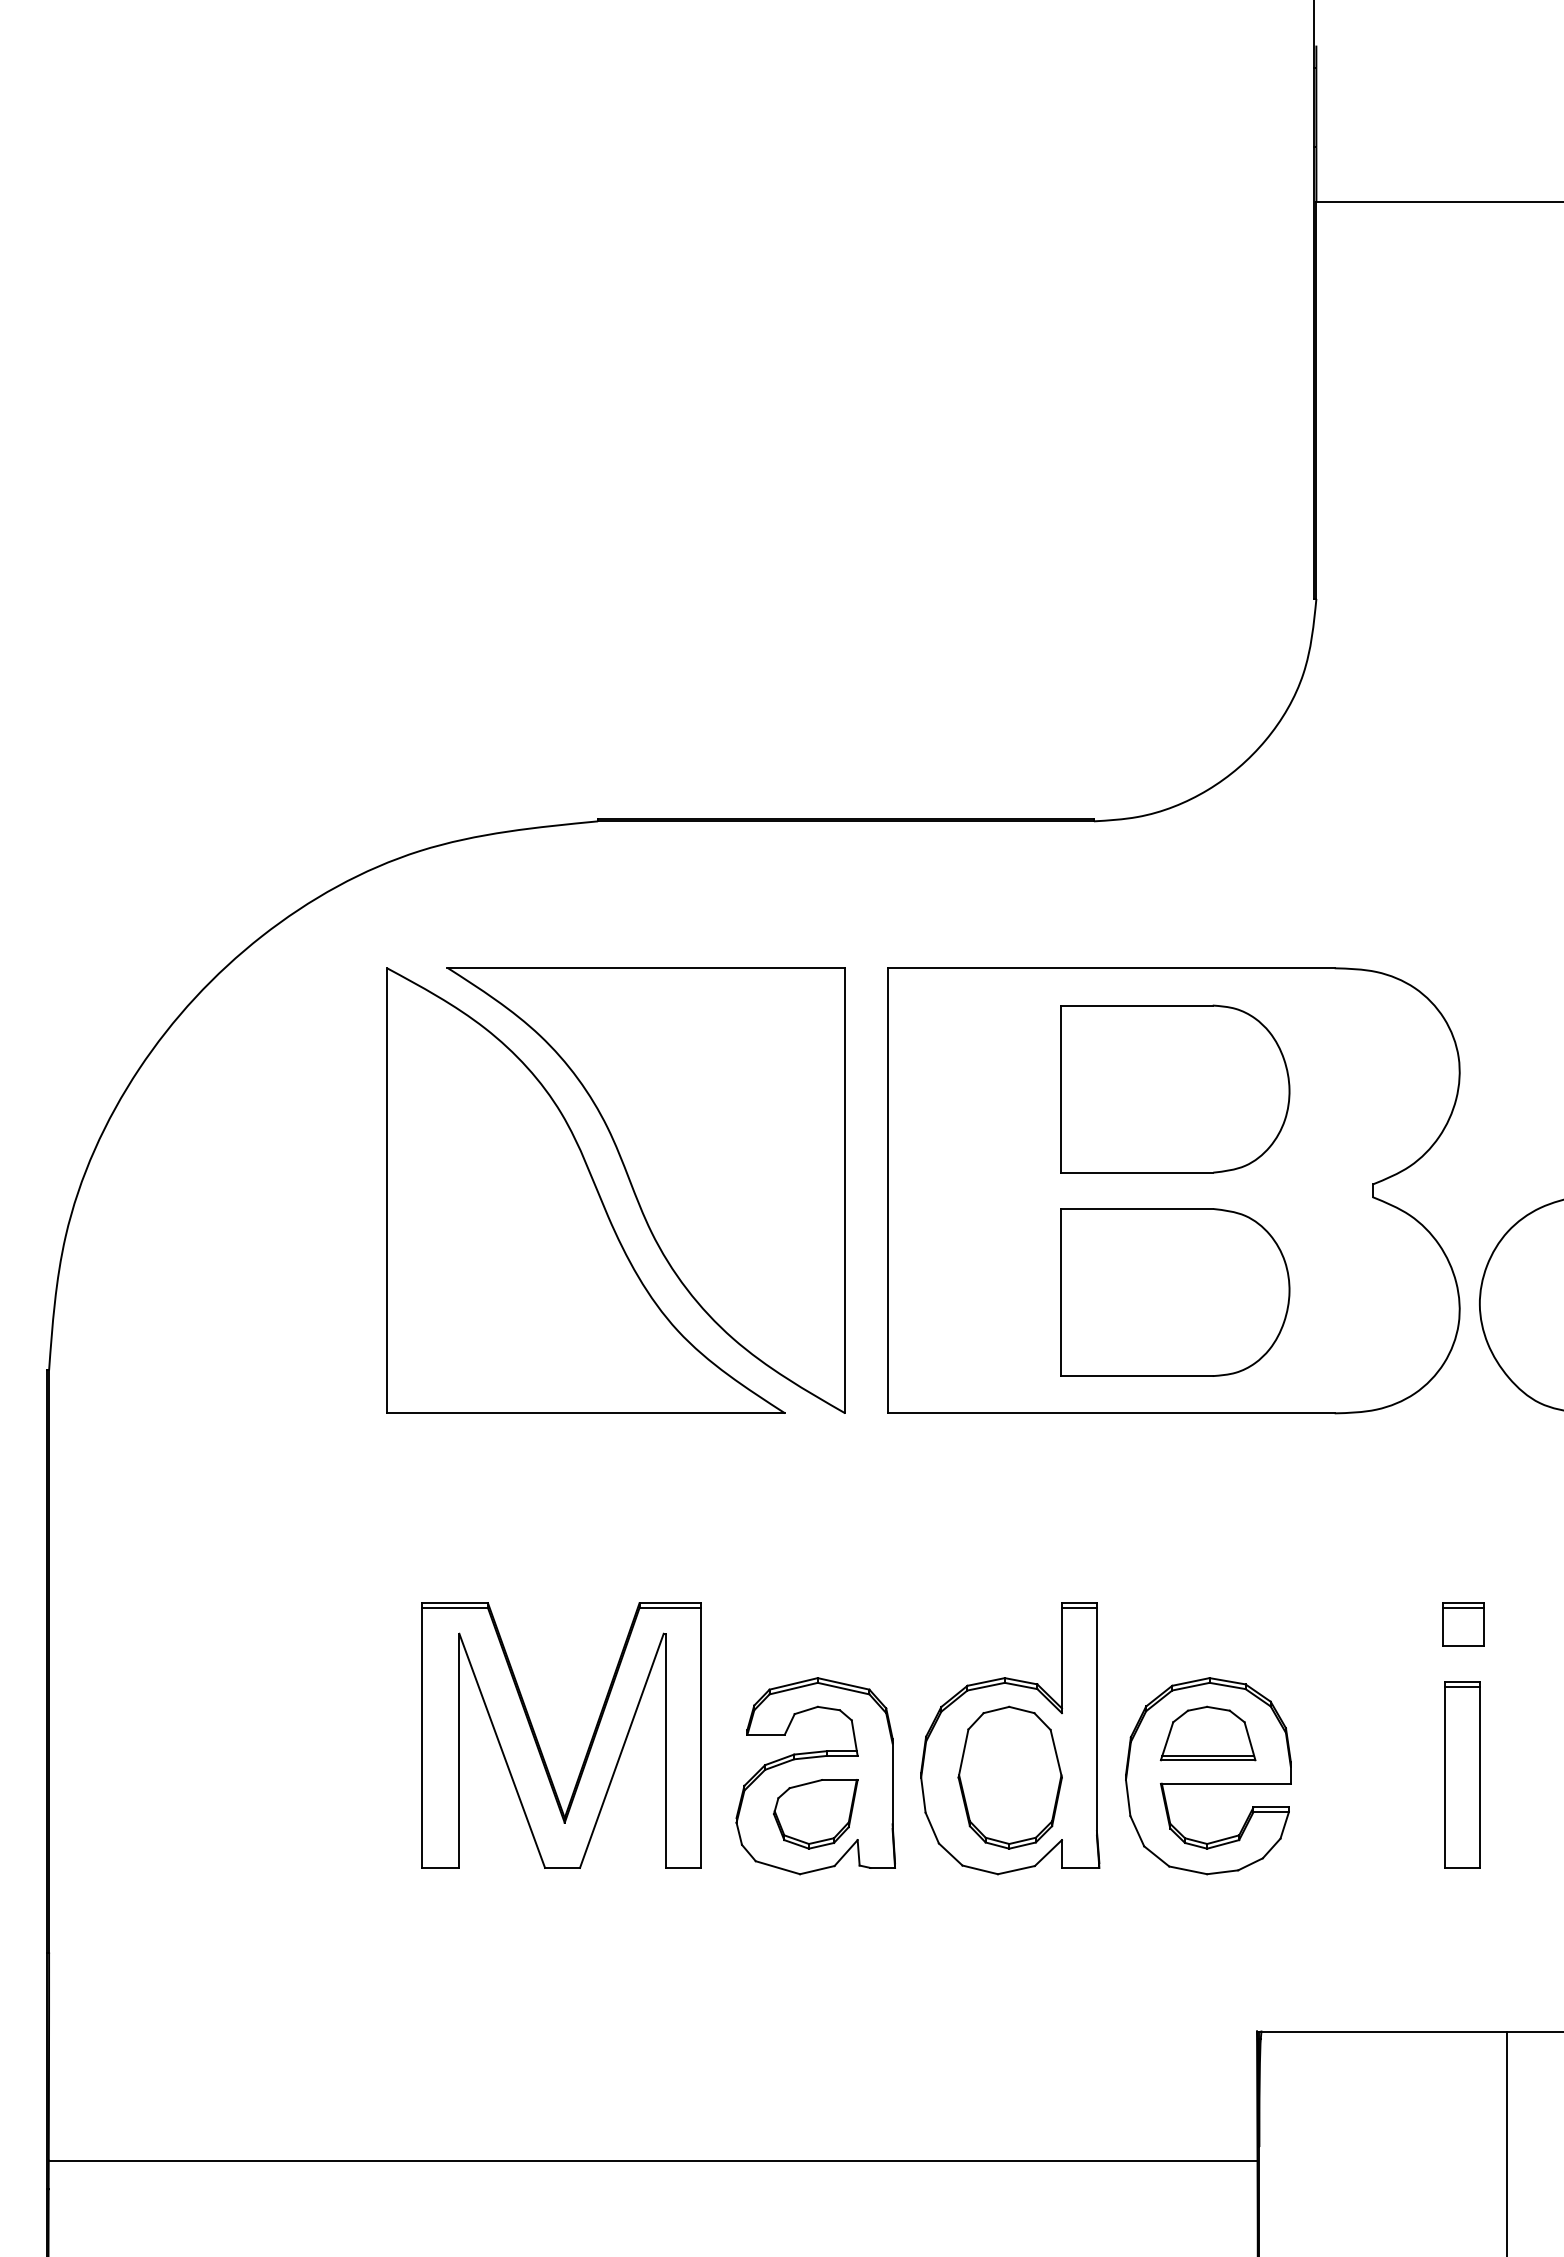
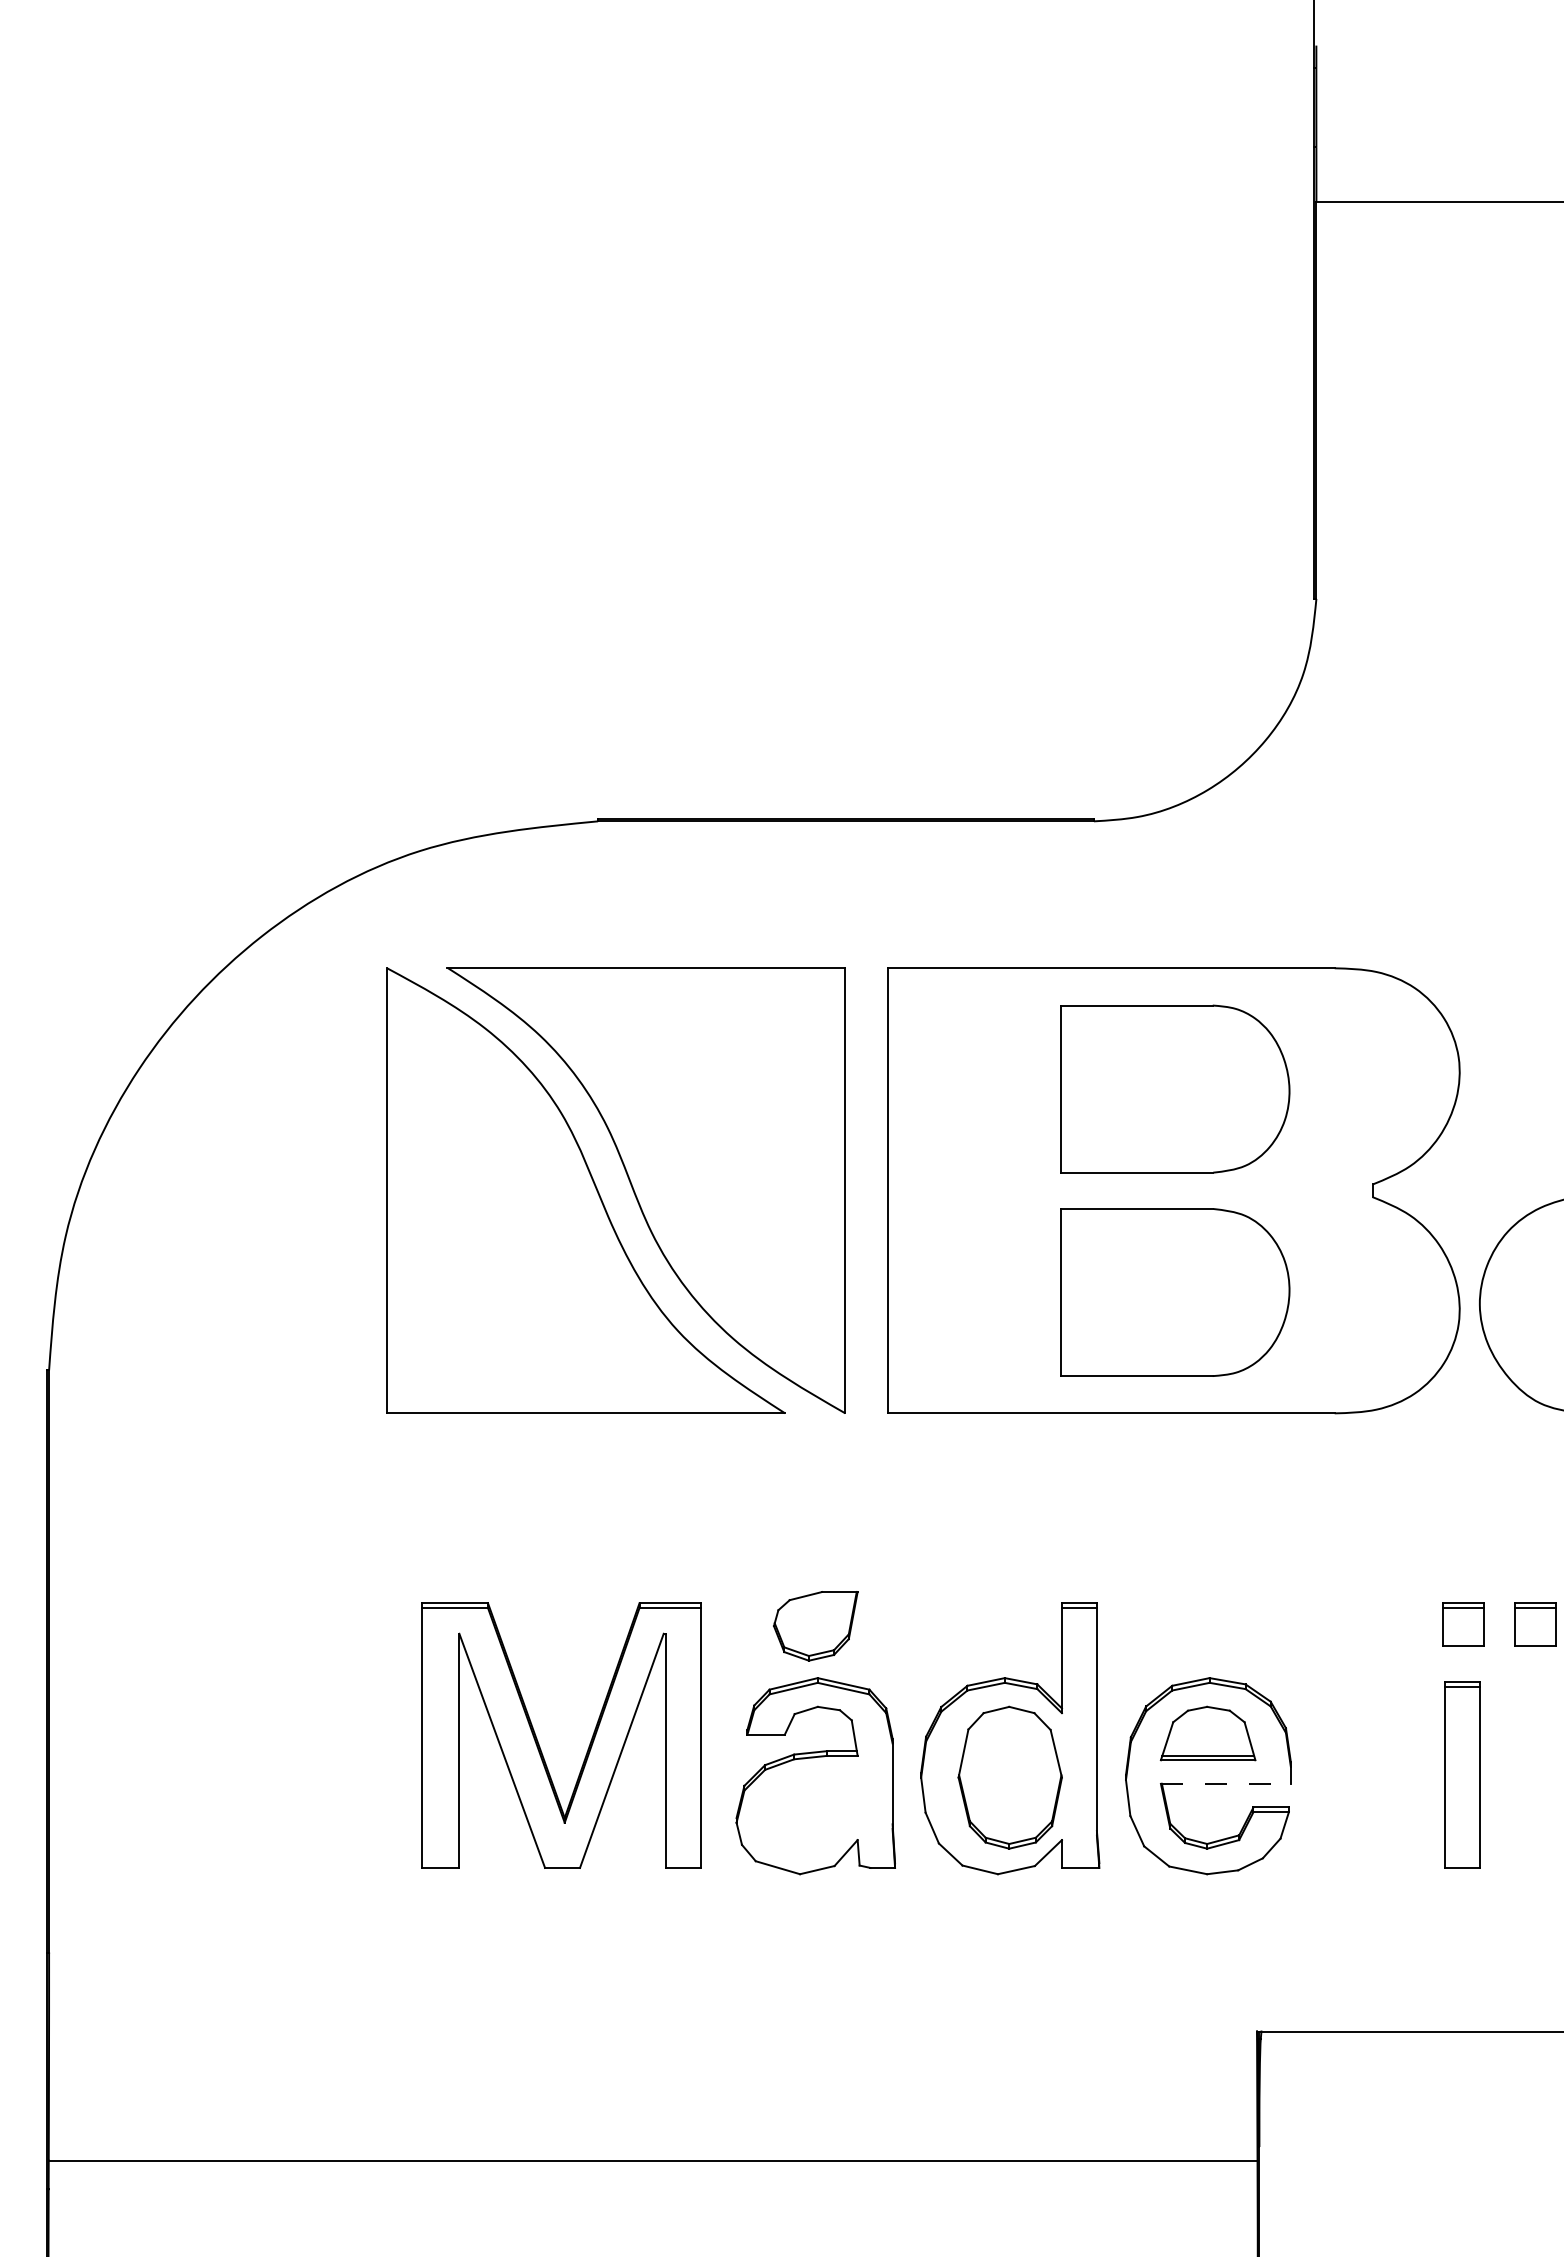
part at (1535, 1624): none -> present
line at (1225, 1783): solid -> dashed
part at (815, 1814) position: (815, 1814) -> (815, 1626)
line at (1507, 2142): present -> none
